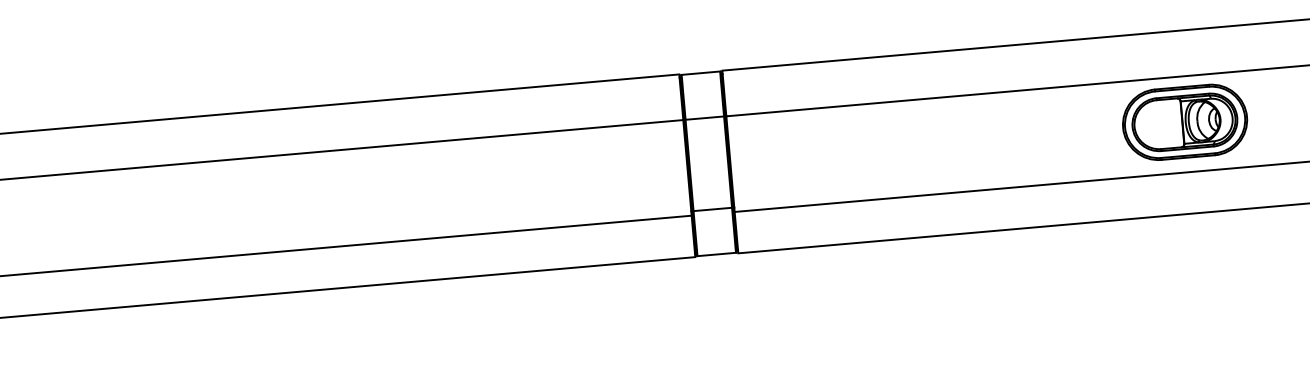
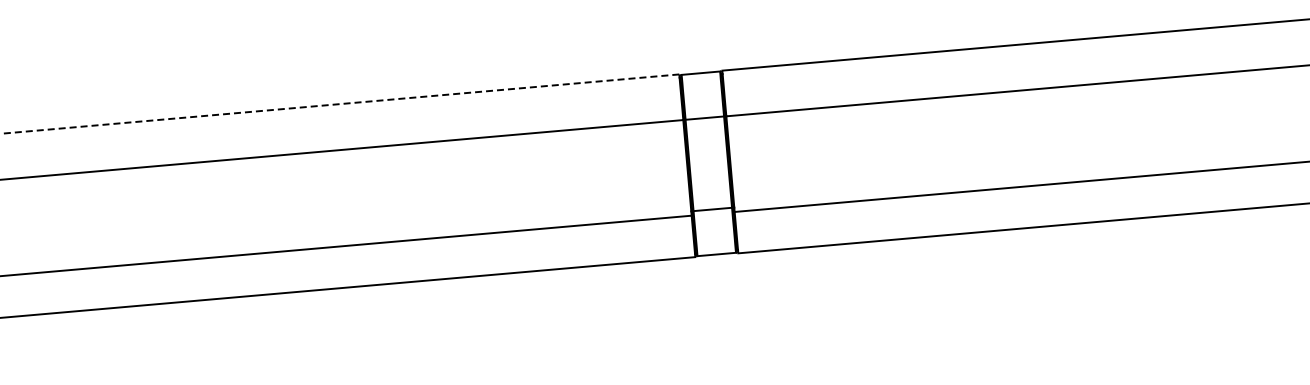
line at (339, 104): solid -> dashed
part at (1185, 121): present -> none
